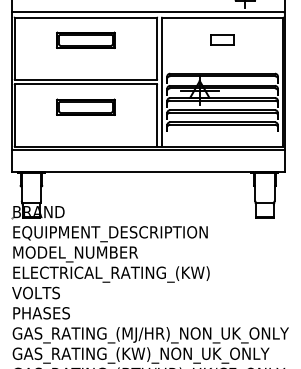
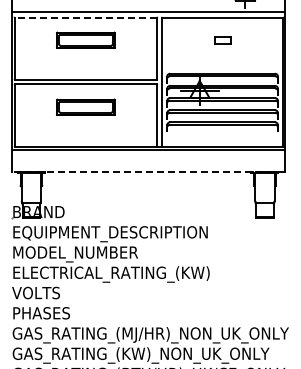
line at (85, 17): solid -> dashed
part at (222, 39) size: 25x12 px -> 18x9 px
line at (148, 171): solid -> dashed
